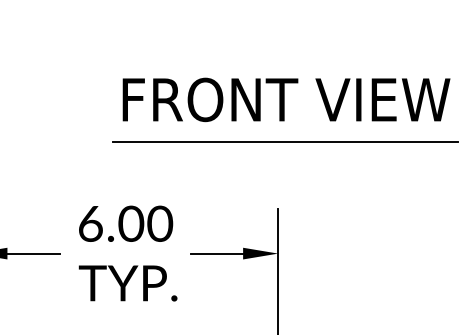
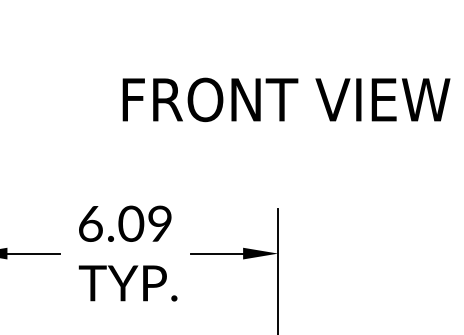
line at (285, 142): present -> none
text at (160, 224): 6.00 -> 6.09
